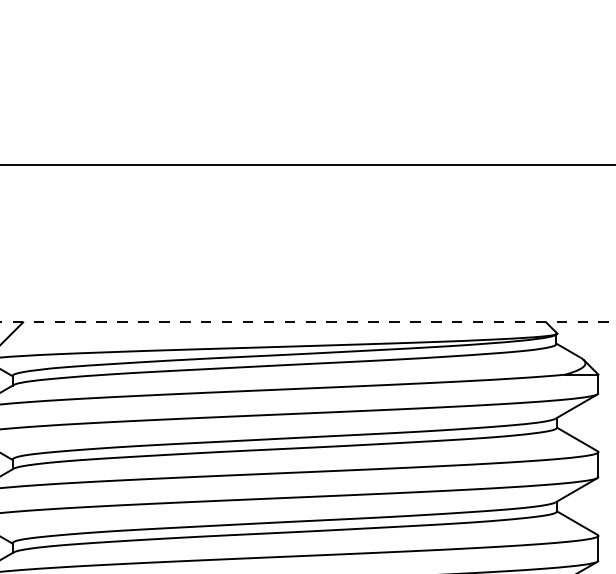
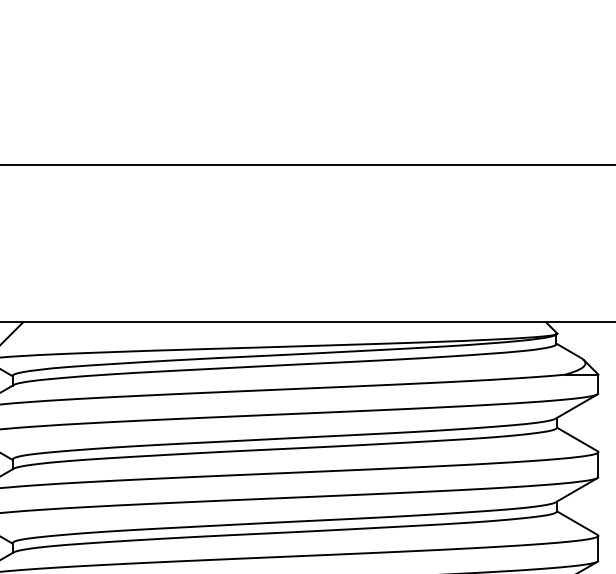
line at (307, 322): dashed -> solid
